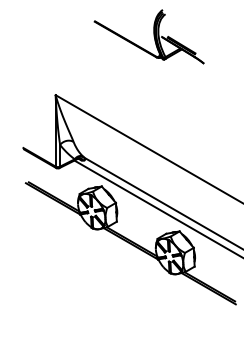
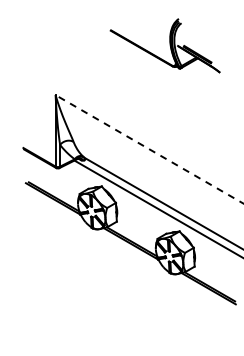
part at (148, 36) position: (148, 36) -> (164, 45)
line at (149, 149): solid -> dashed
